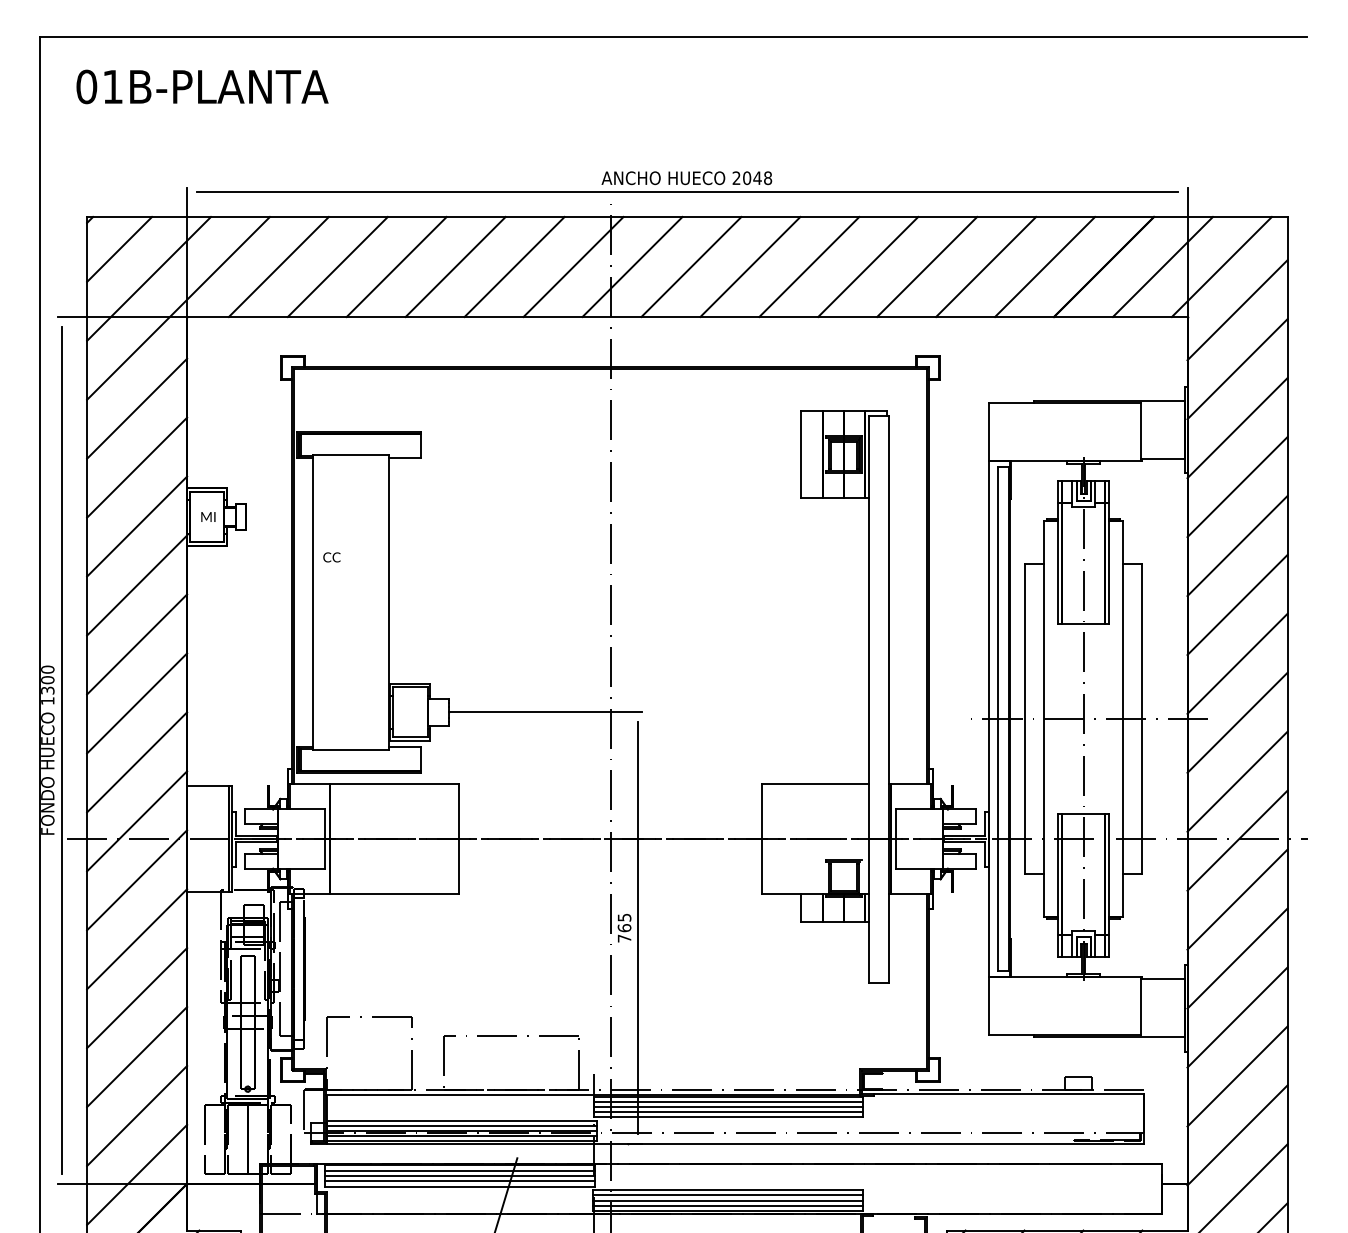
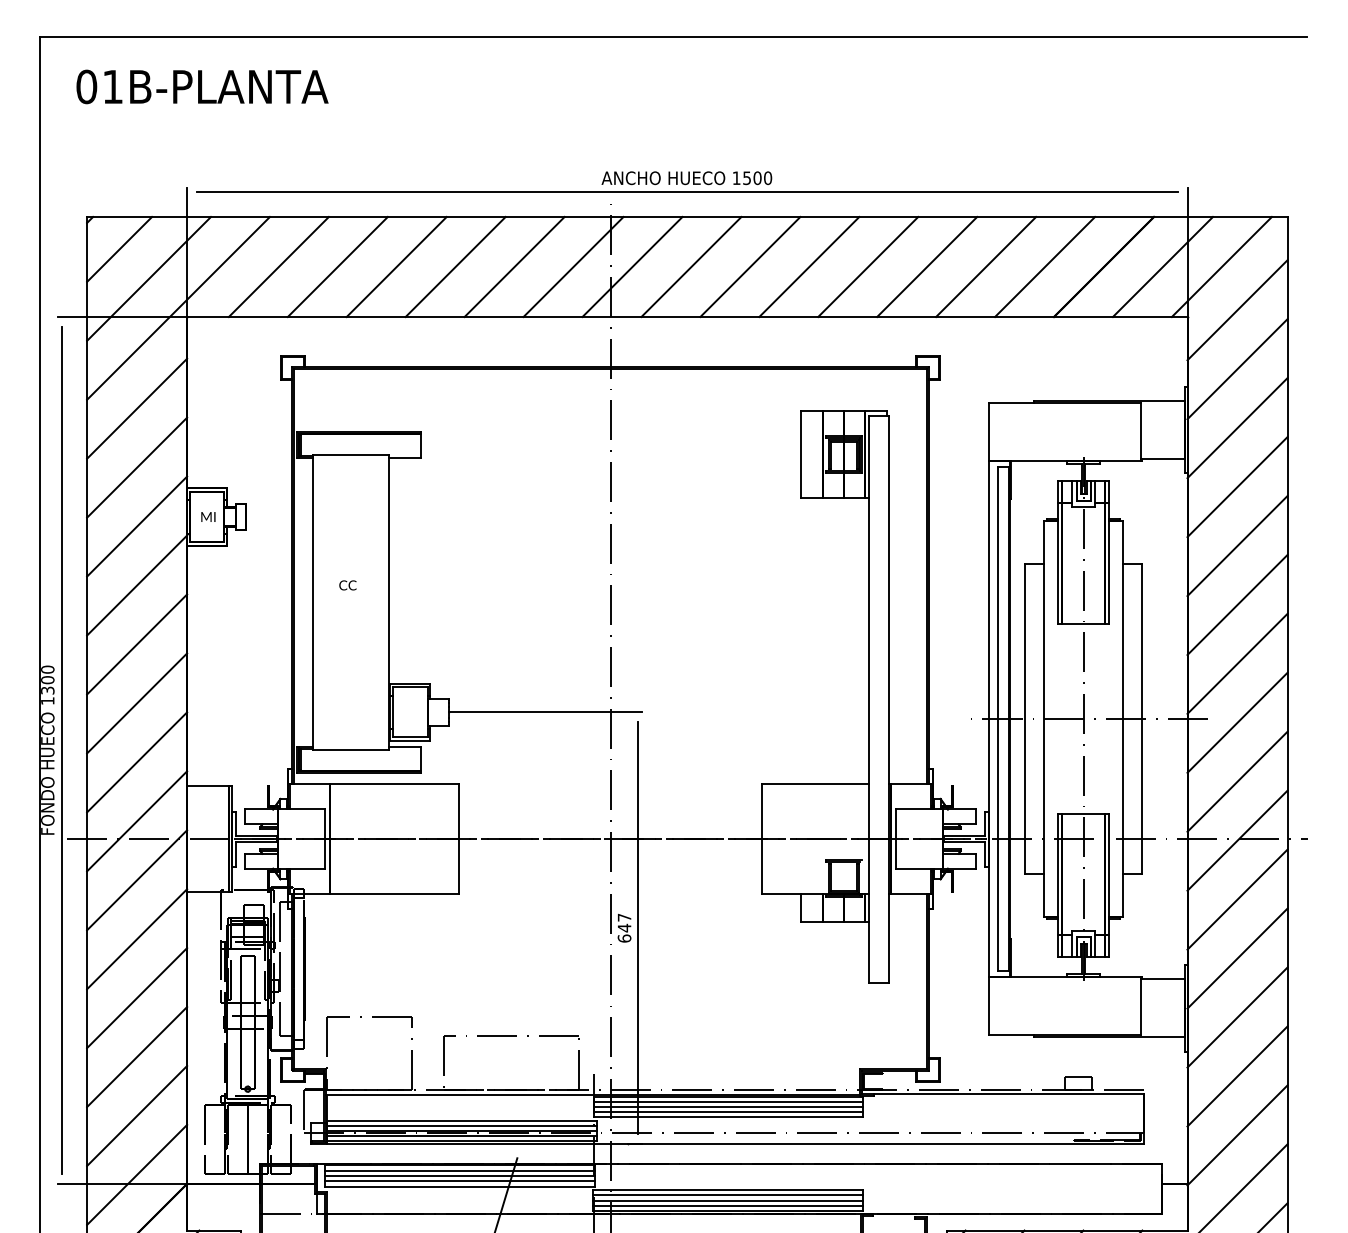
text at (752, 178): 2048 -> 1500
text at (331, 557) position: (331, 557) -> (347, 585)
text at (624, 927): 765 -> 647
